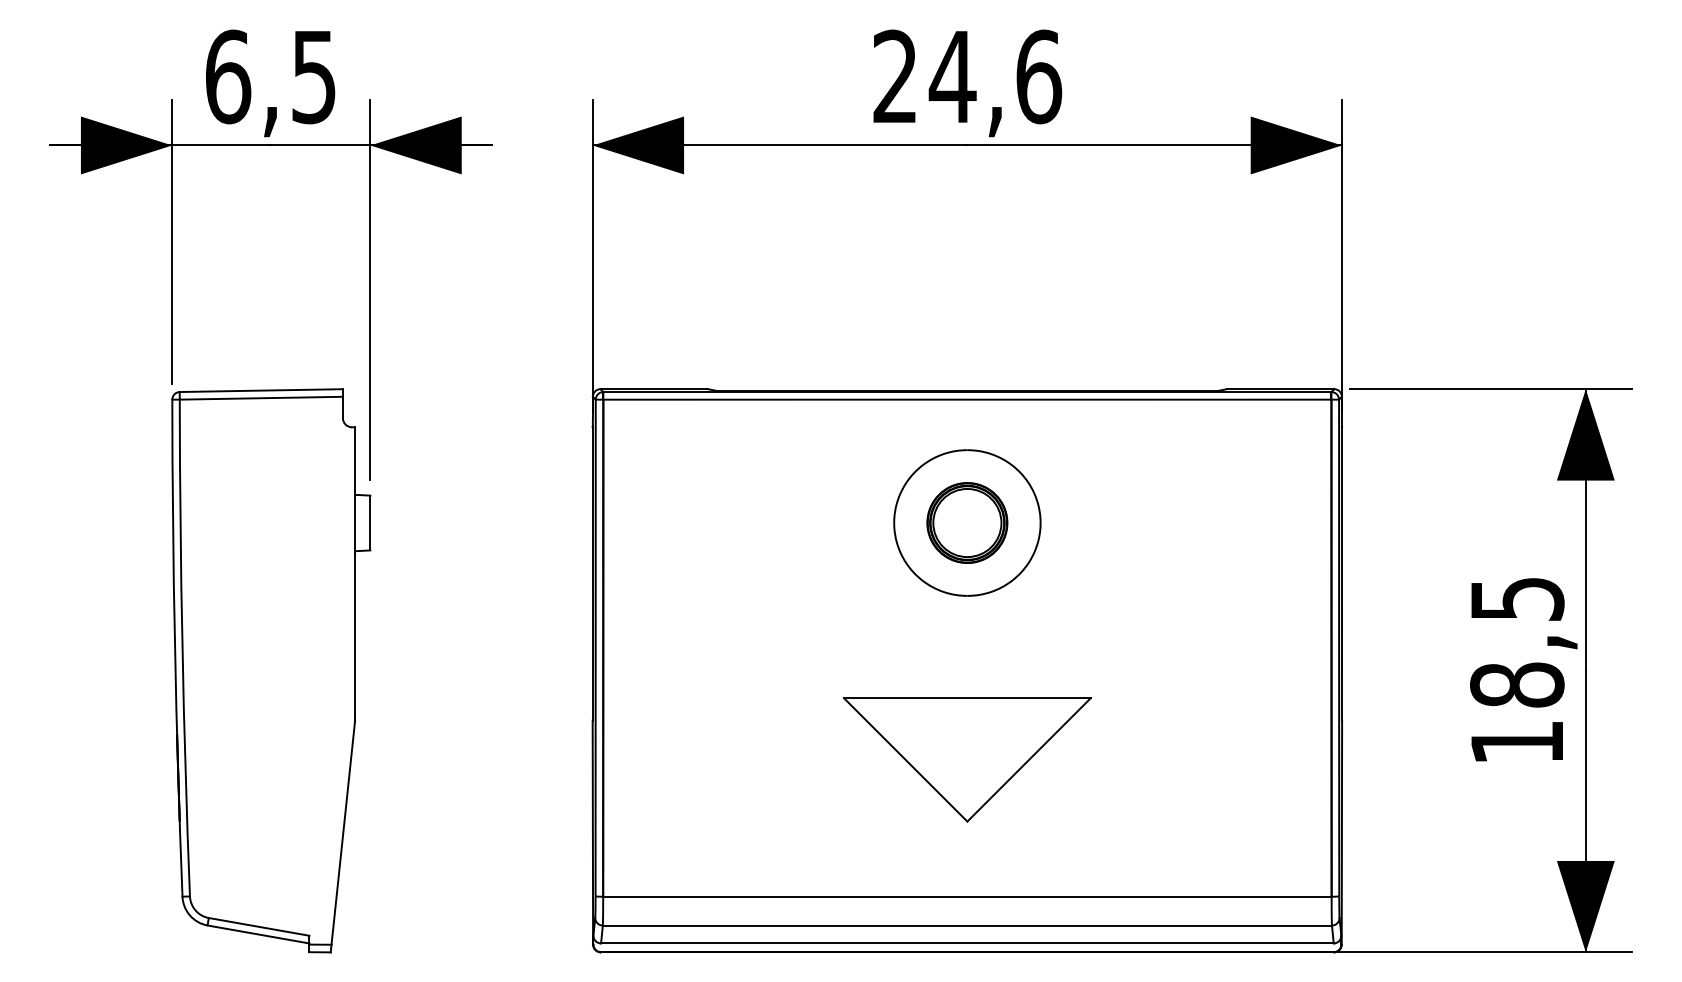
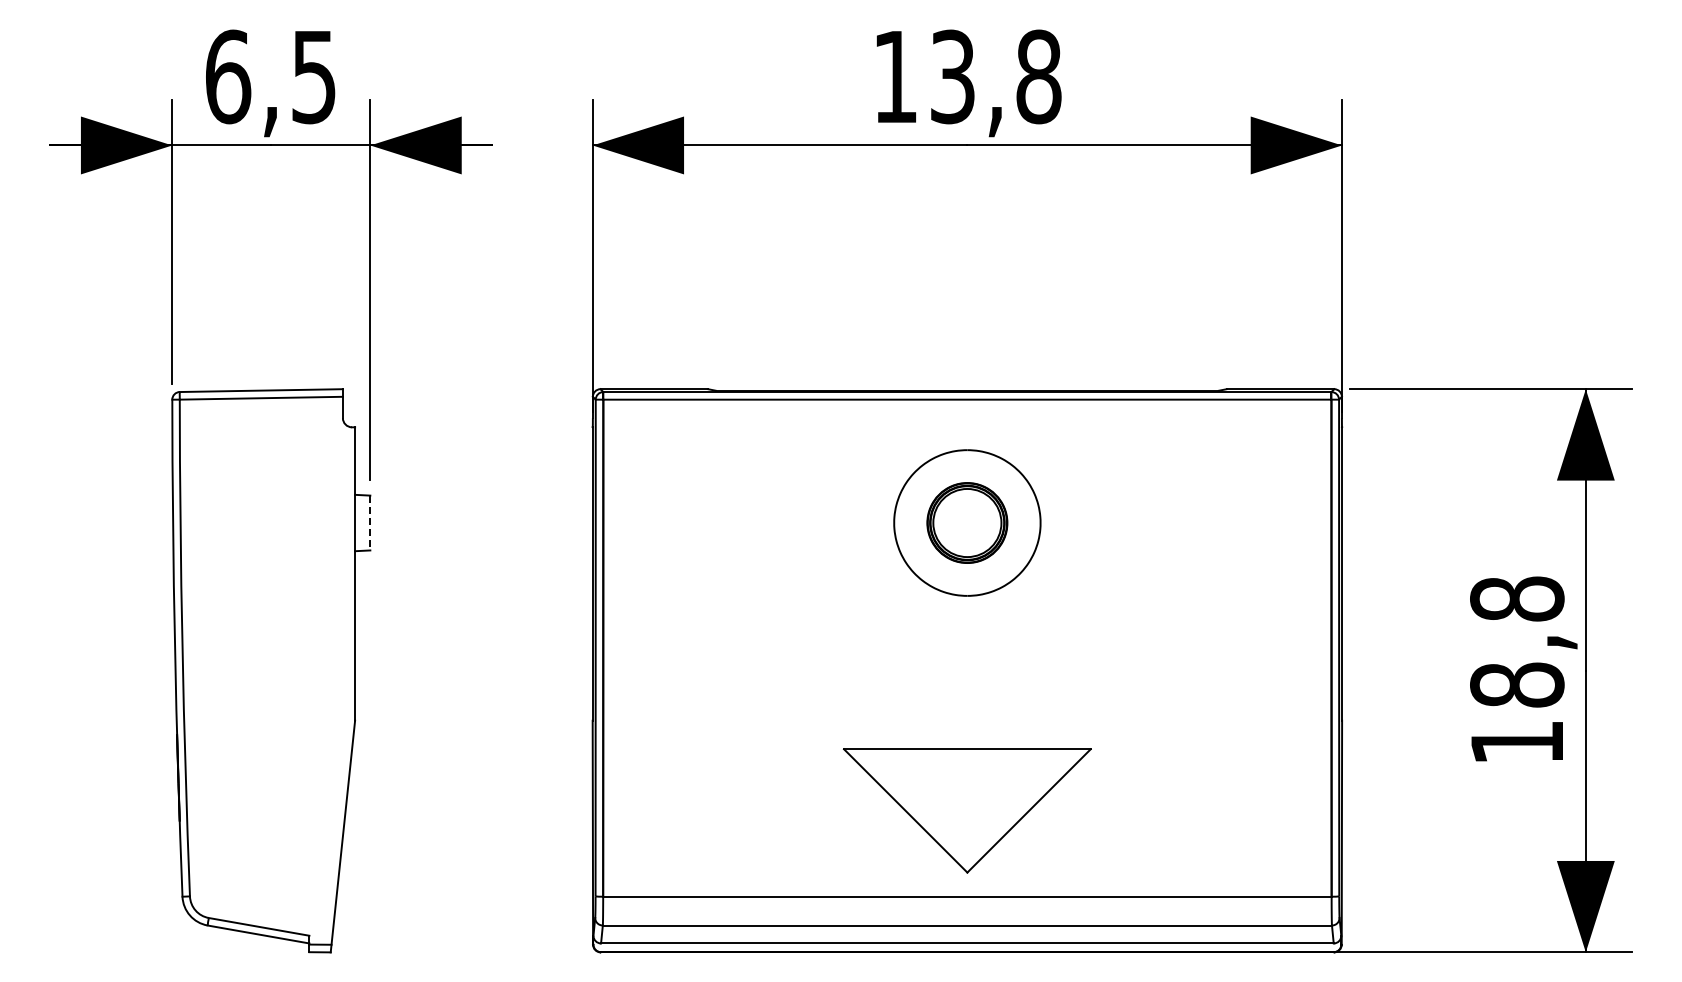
text at (967, 76): 24,6 -> 13,8
line at (370, 523): solid -> dashed
text at (1517, 598): 18,5 -> 18,8
part at (967, 759) position: (967, 759) -> (967, 810)
